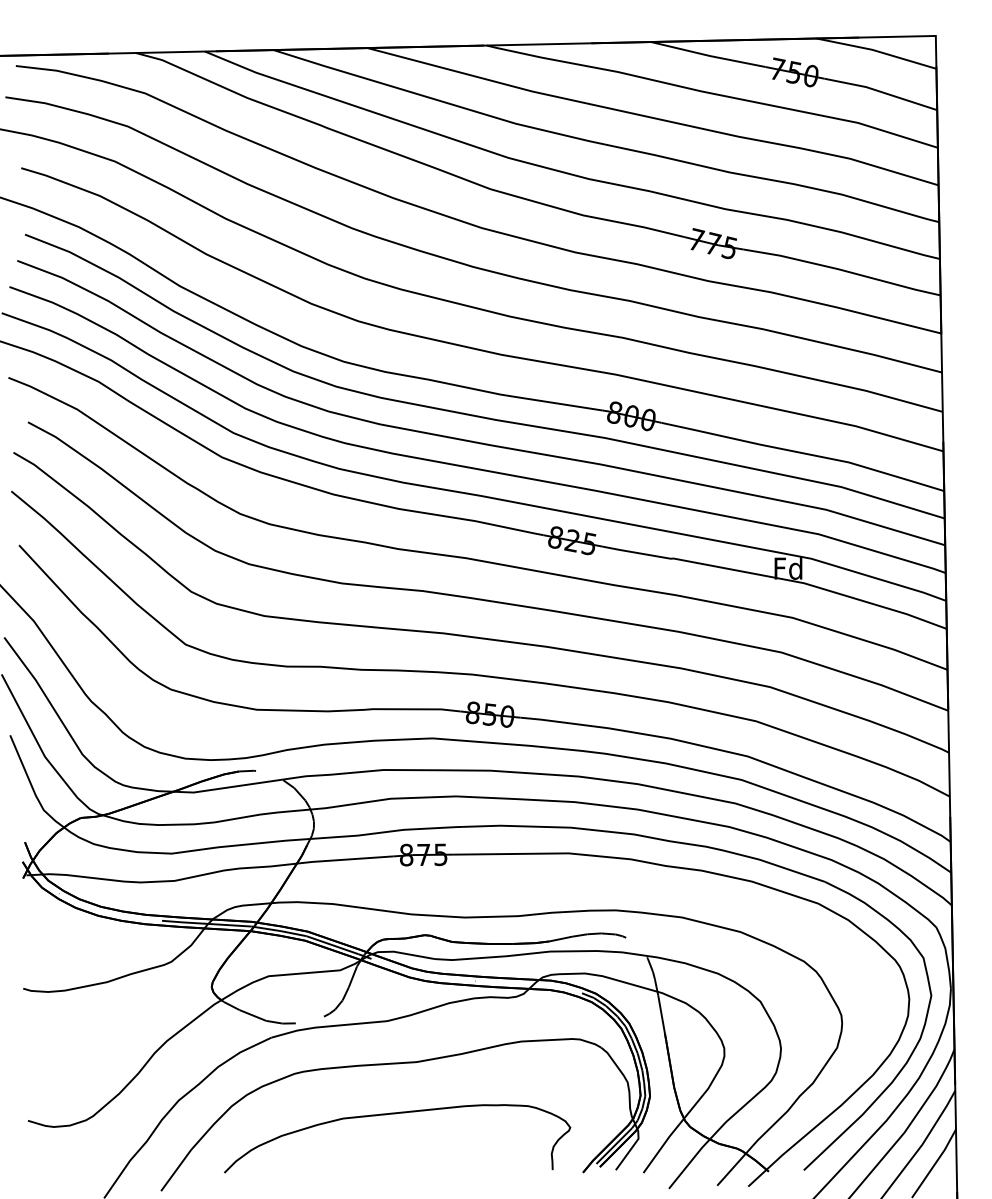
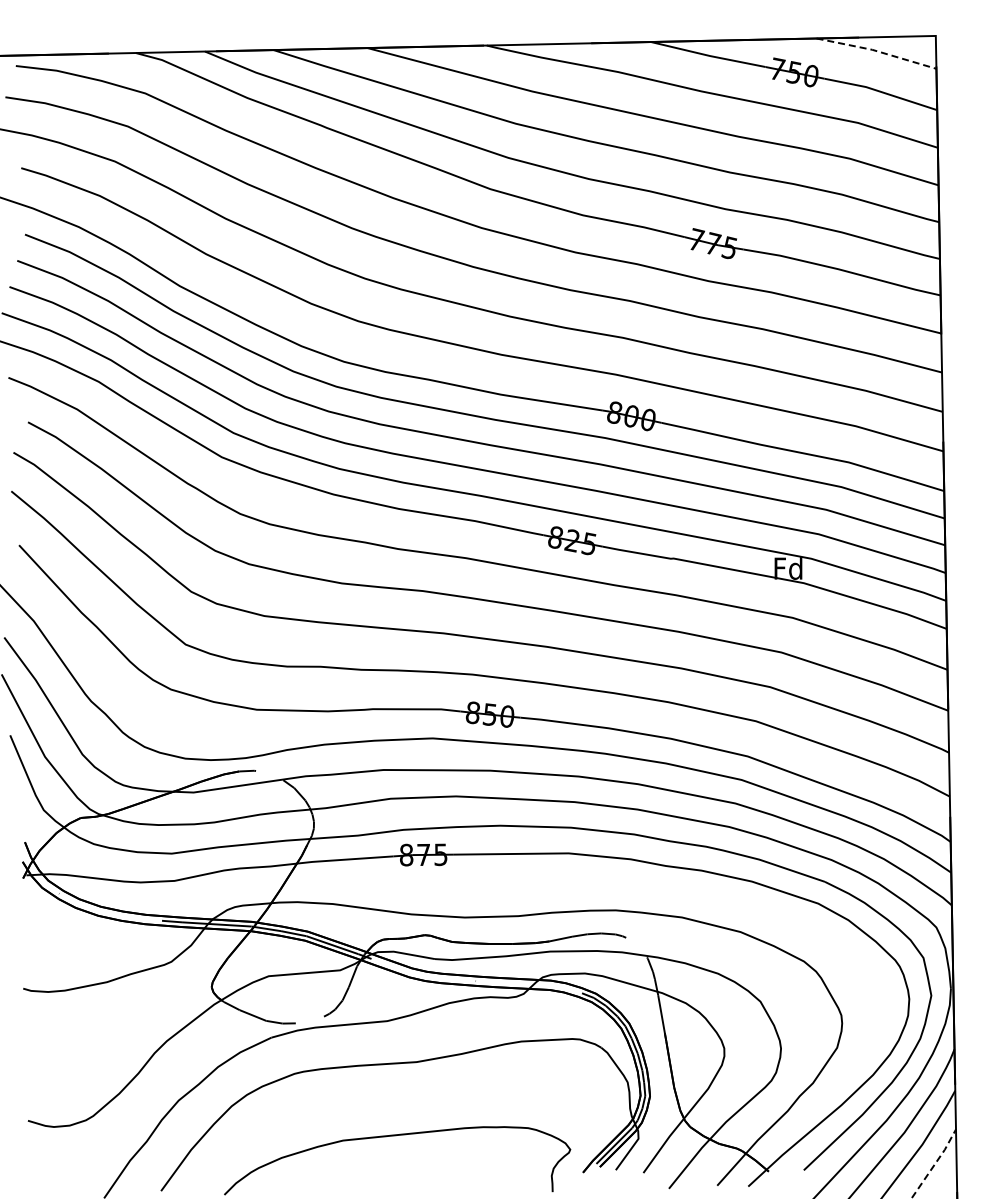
line at (877, 51): solid -> dashed
curve at (396, 1114) position: (396, 1114) -> (396, 1136)
line at (935, 1163): solid -> dashed
